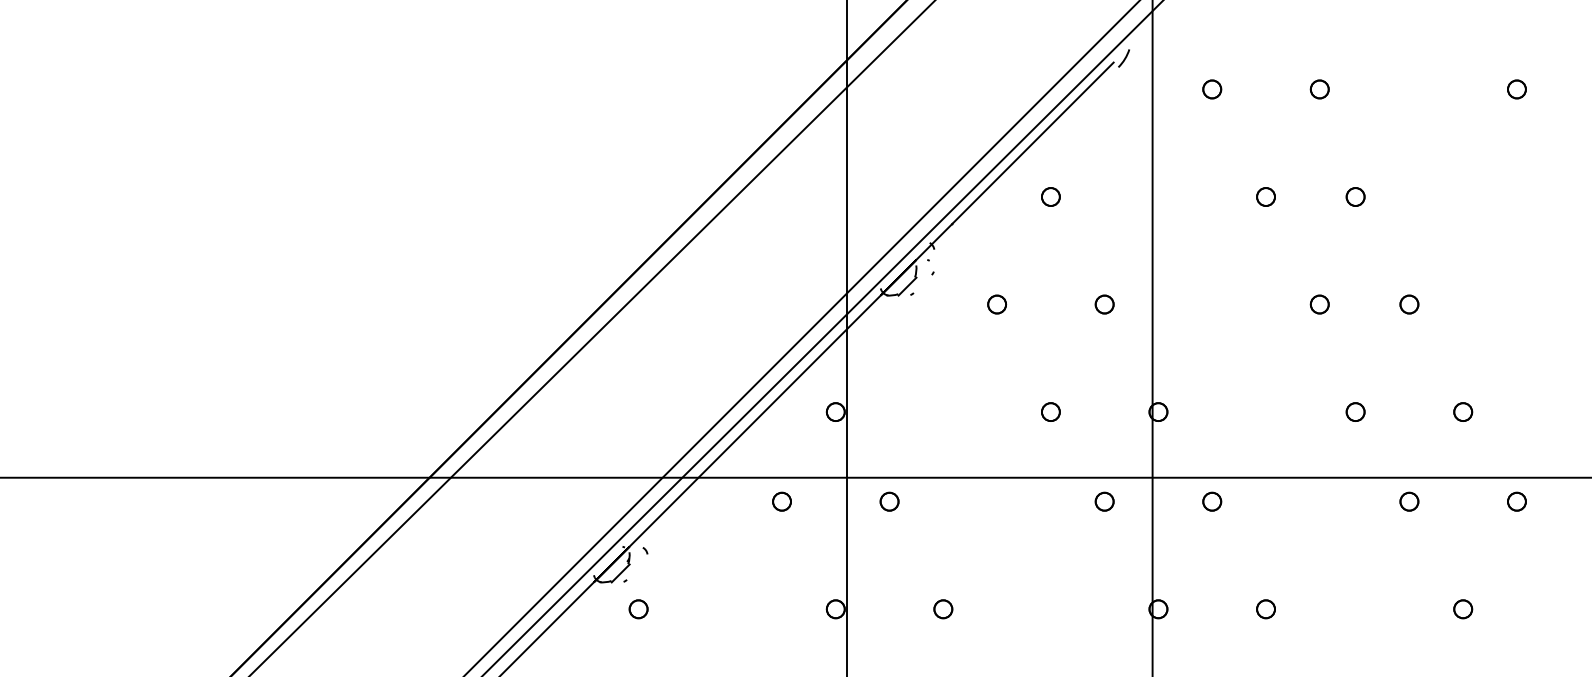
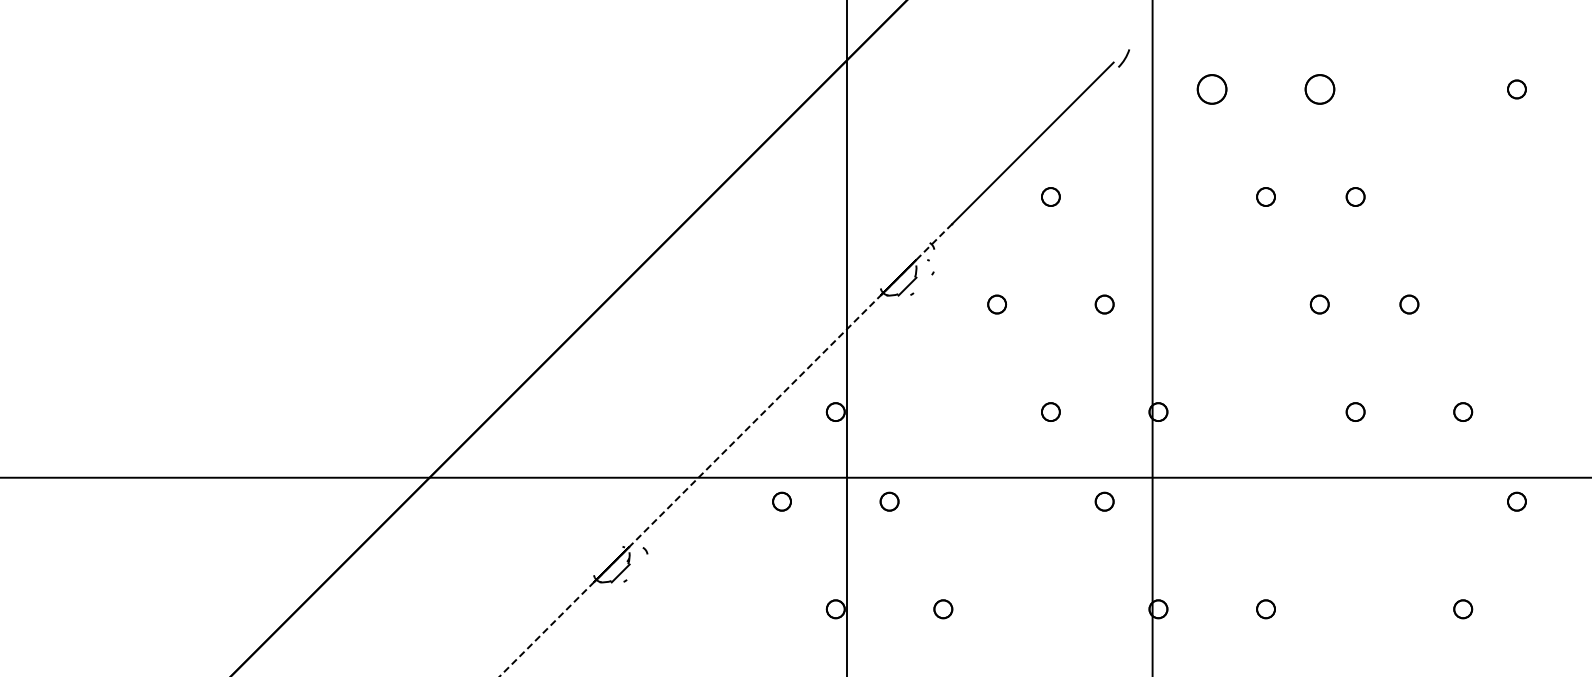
part at (1212, 89) size: 21x21 px -> 32x31 px
part at (1319, 89) size: 21x21 px -> 32x31 px
line at (592, 337): present -> none
line at (802, 337): present -> none
line at (823, 337): present -> none
line at (725, 450): solid -> dashed
part at (1212, 501): present -> none
part at (1409, 501): present -> none
part at (638, 609): present -> none
